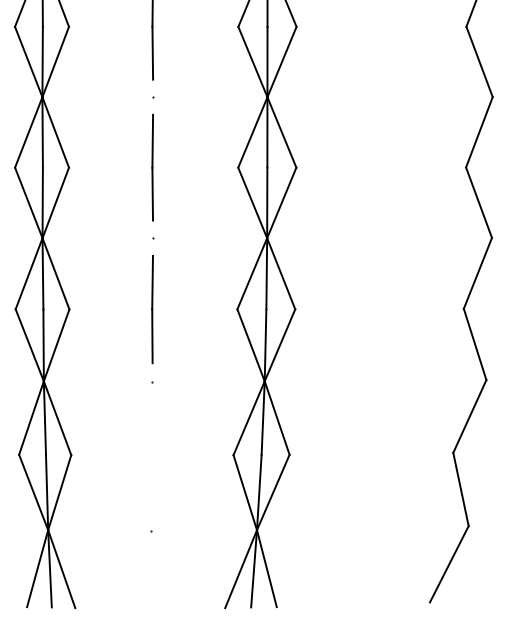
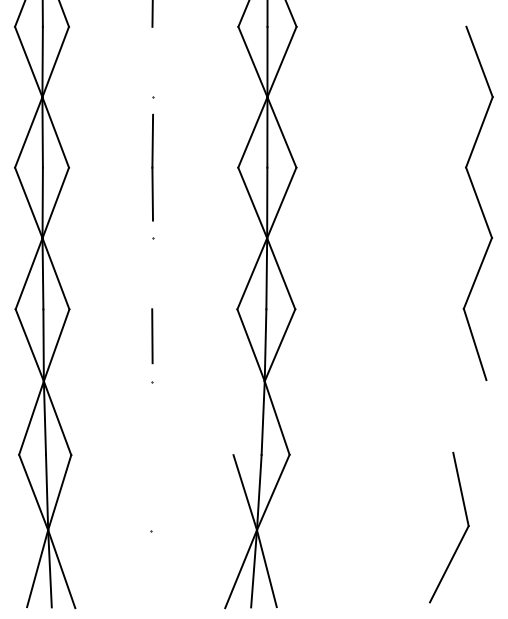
line at (470, 14): present -> none
line at (152, 52): present -> none
line at (152, 282): present -> none
line at (469, 416): present -> none
line at (248, 418): present -> none
